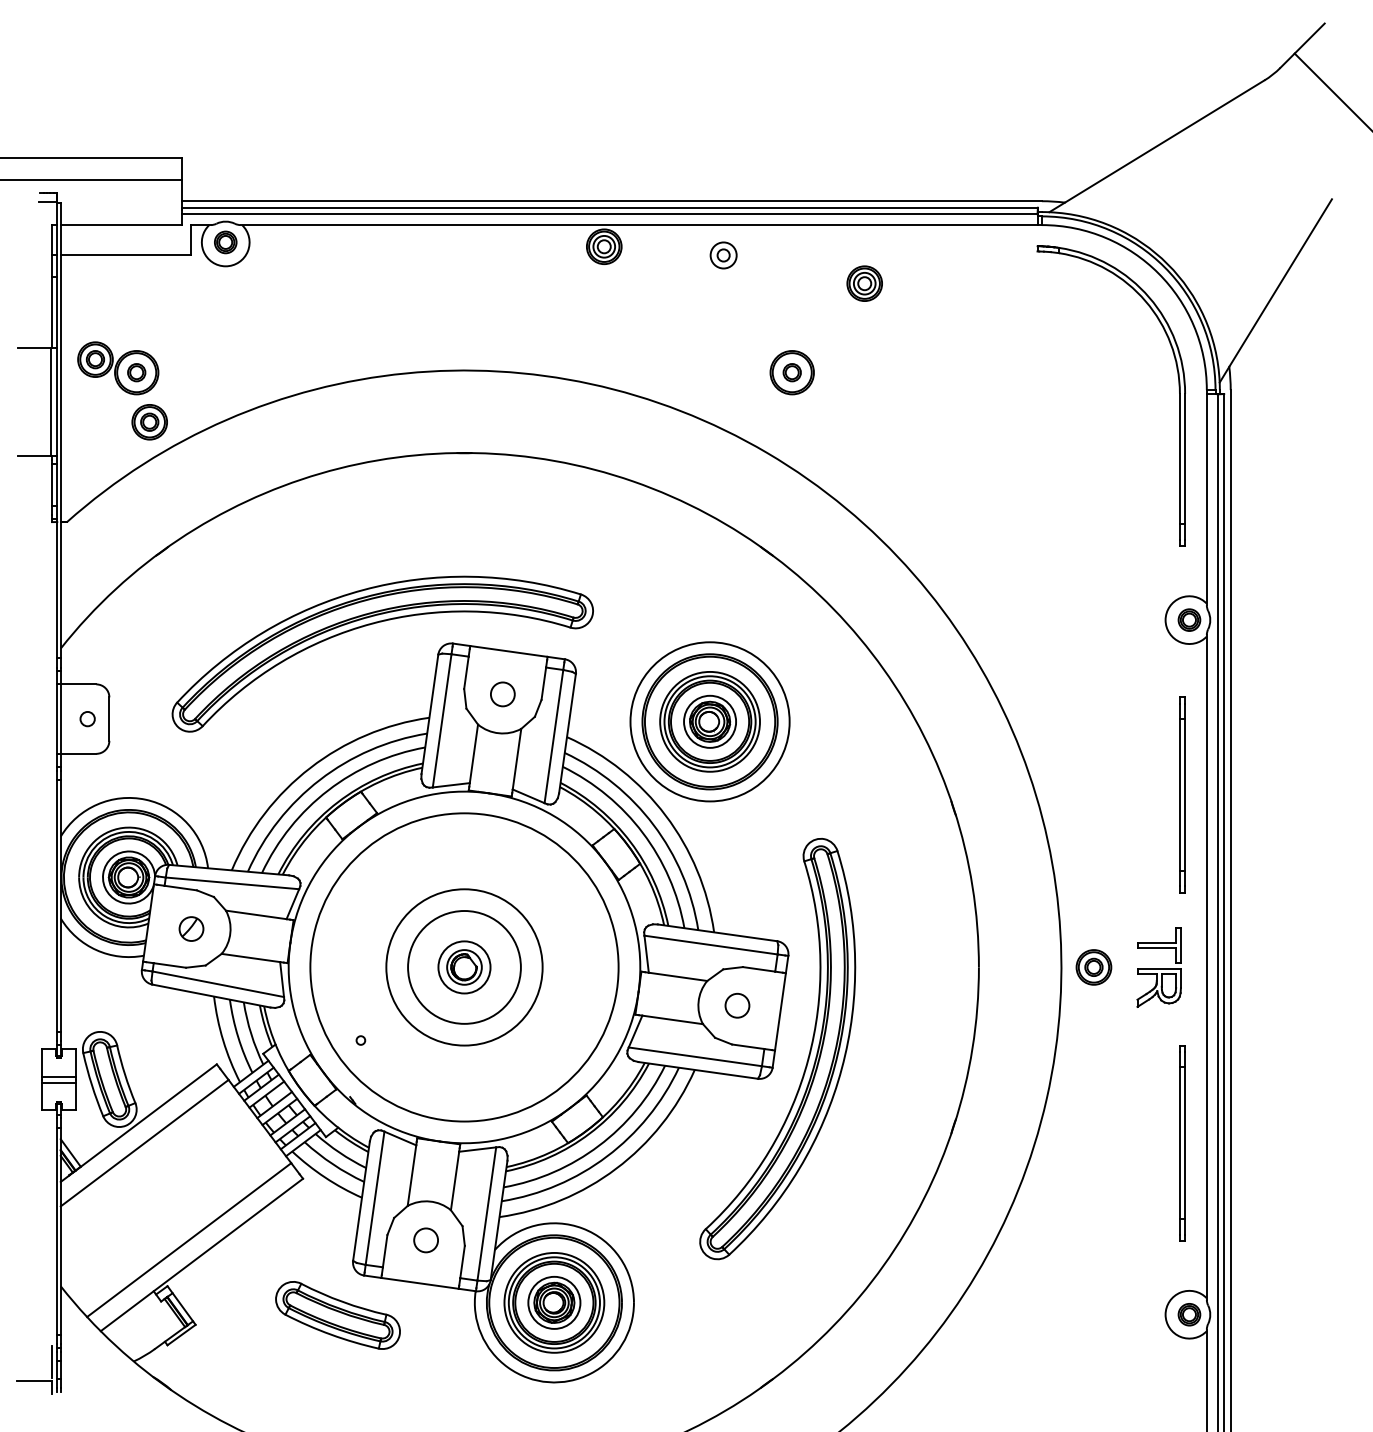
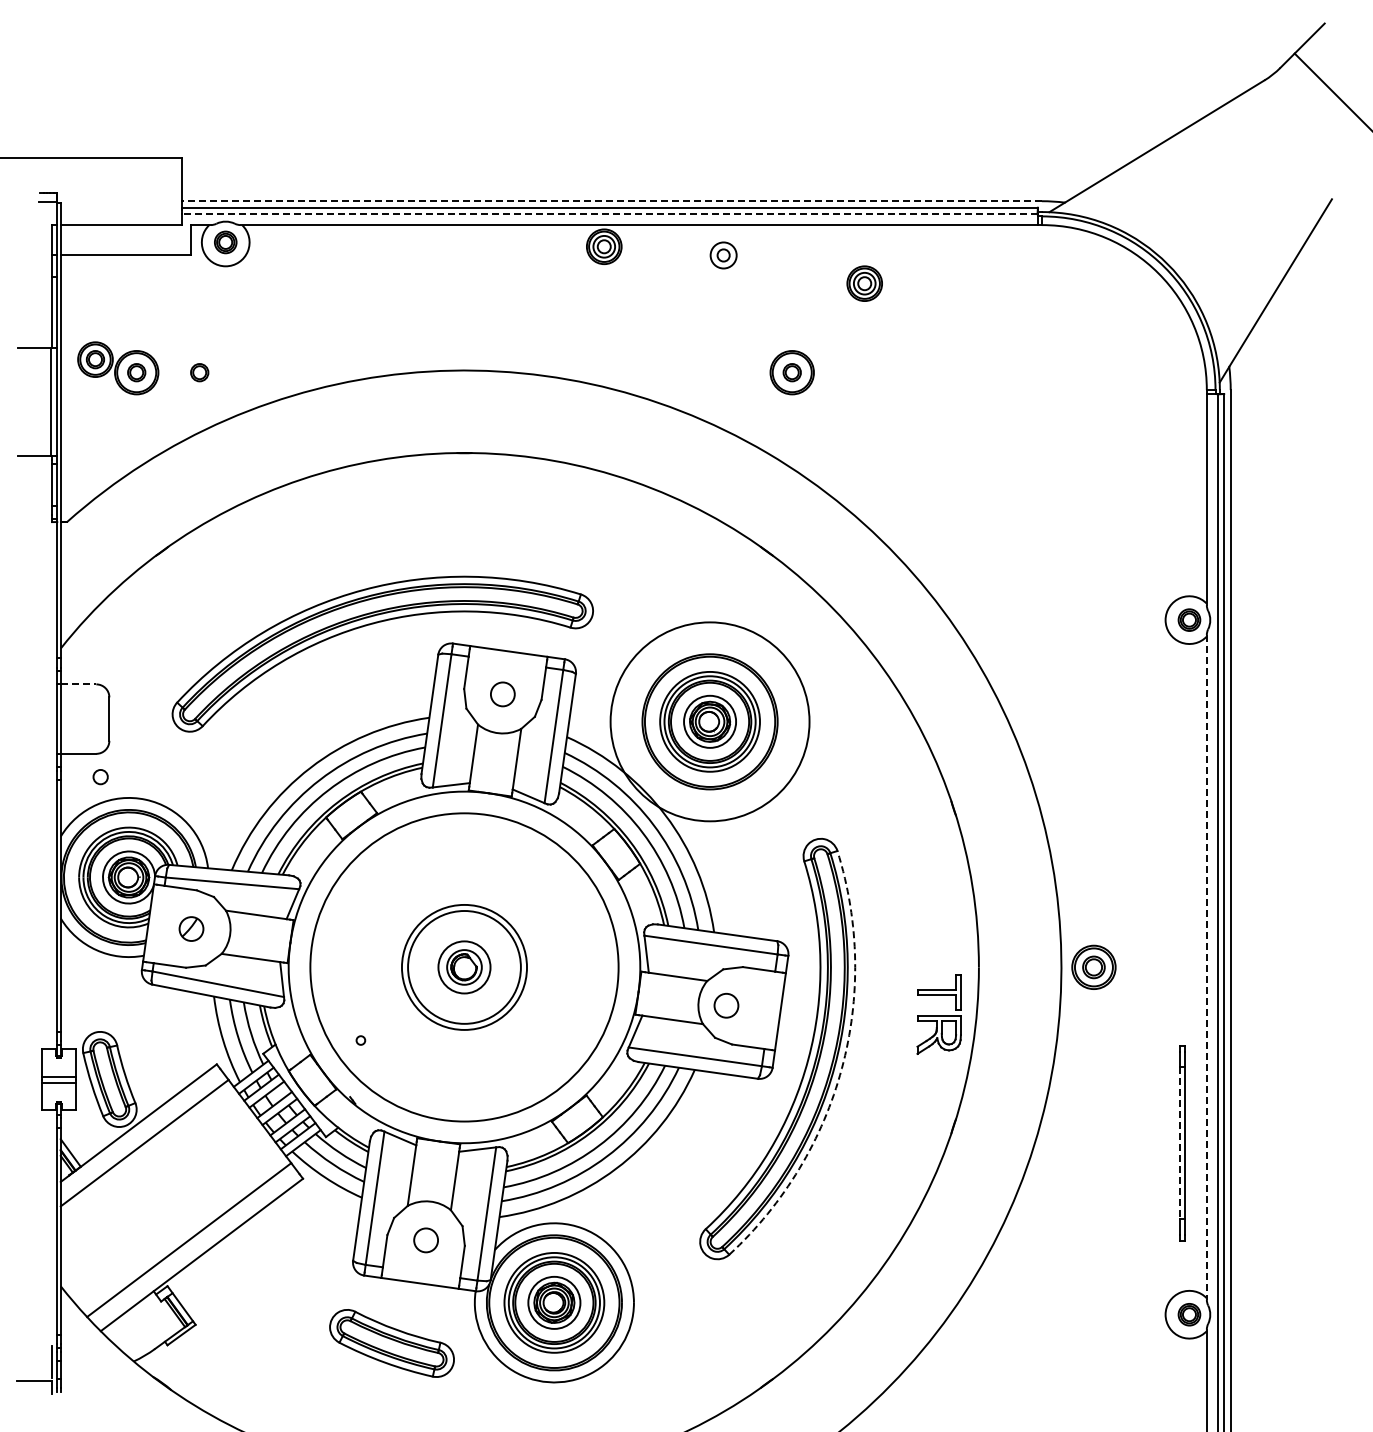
line at (92, 179): present -> none
line at (612, 201): solid -> dashed
line at (609, 214): solid -> dashed
part at (199, 372): none -> present
part at (1178, 387): present -> none
part at (149, 422): present -> none
line at (78, 684): solid -> dashed
circle at (87, 719) position: (87, 719) -> (100, 777)
circle at (709, 721) diameter: 159 px -> 199 px
part at (1182, 794): present -> none
circle at (464, 967) diameter: 156 px -> 125 px
part at (1093, 967) size: 38x37 px -> 46x46 px
part at (1158, 967) position: (1158, 967) -> (938, 1014)
line at (1206, 967): solid -> dashed
circle at (737, 1005) position: (737, 1005) -> (726, 1005)
arc at (841, 1068): solid -> dashed
line at (1179, 1143): solid -> dashed
part at (337, 1315) position: (337, 1315) -> (391, 1343)
